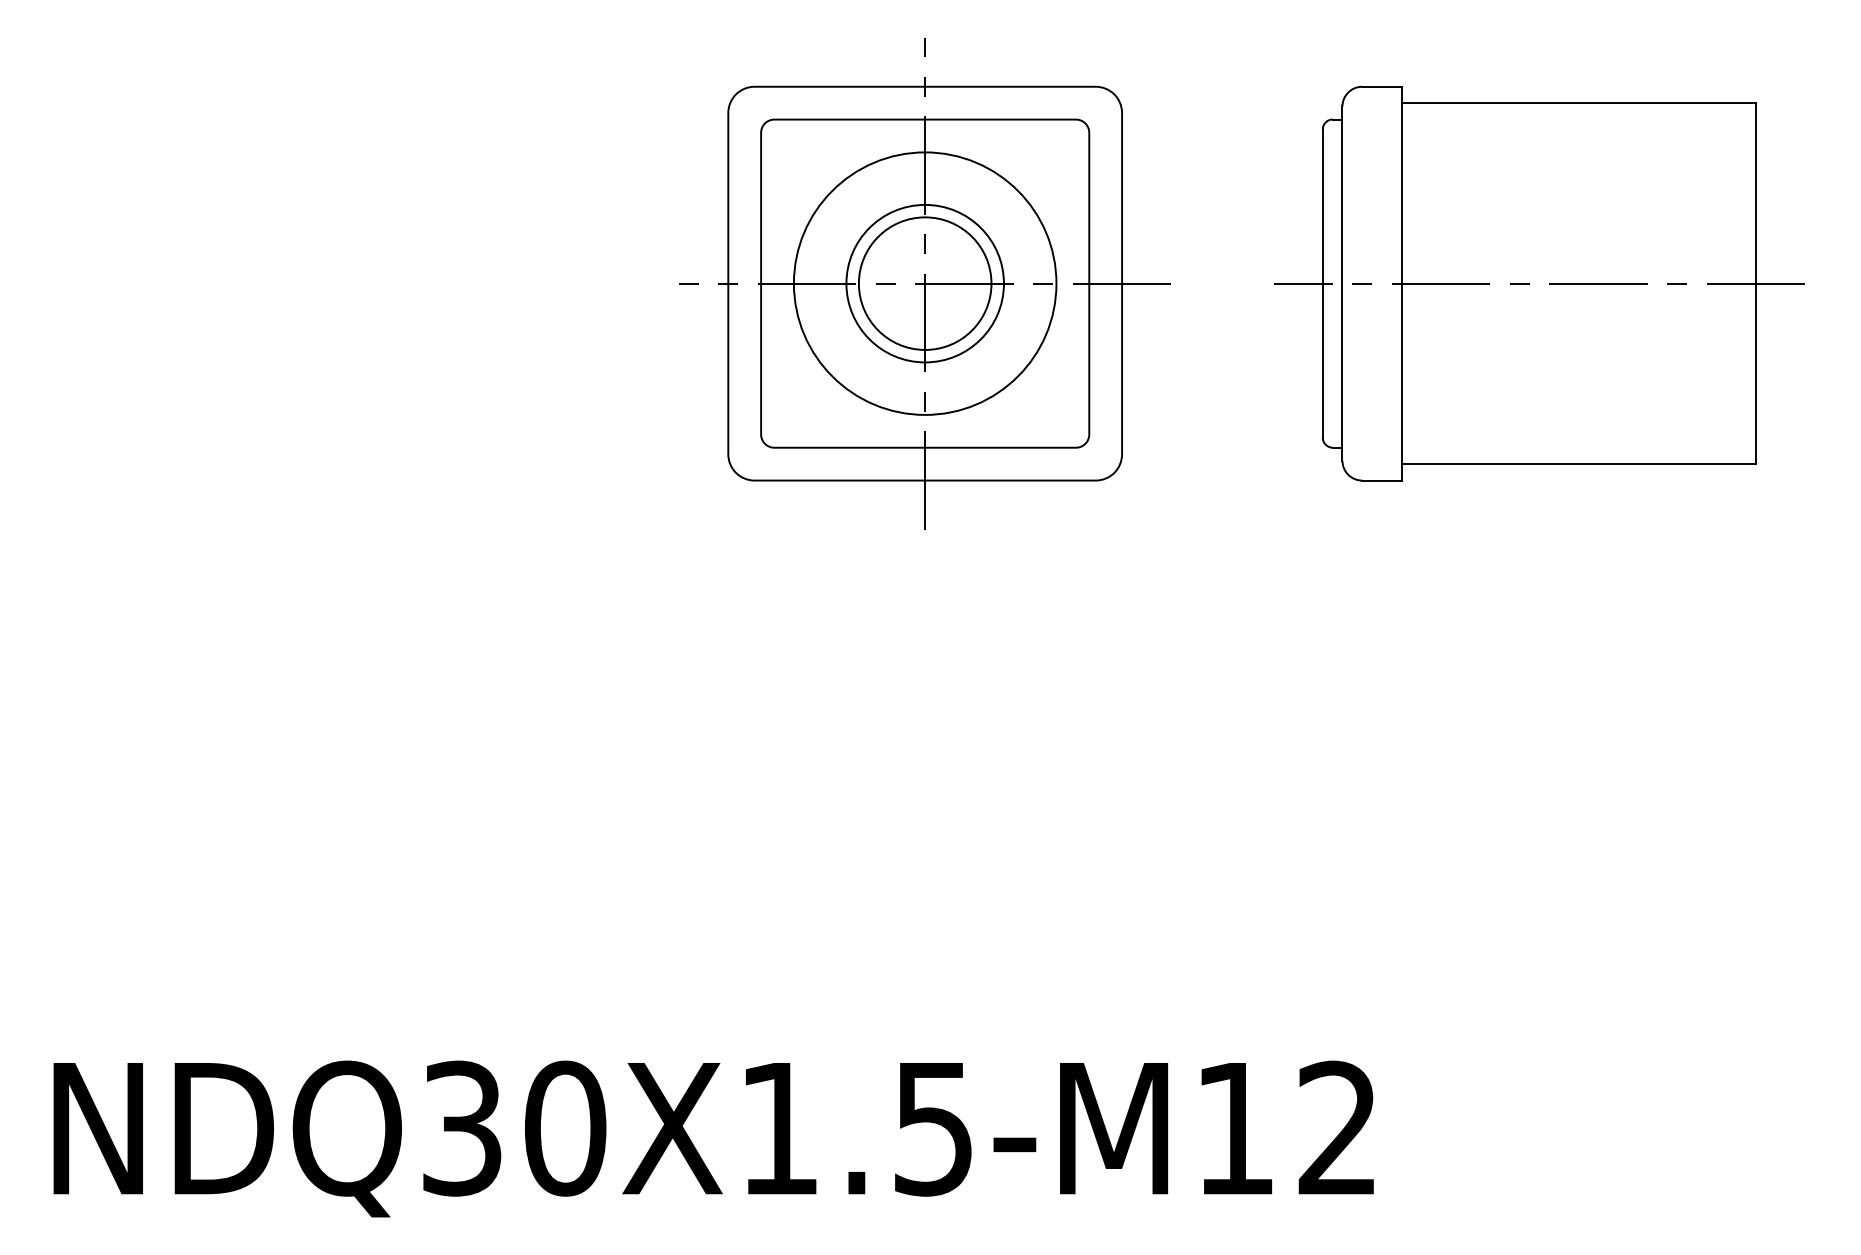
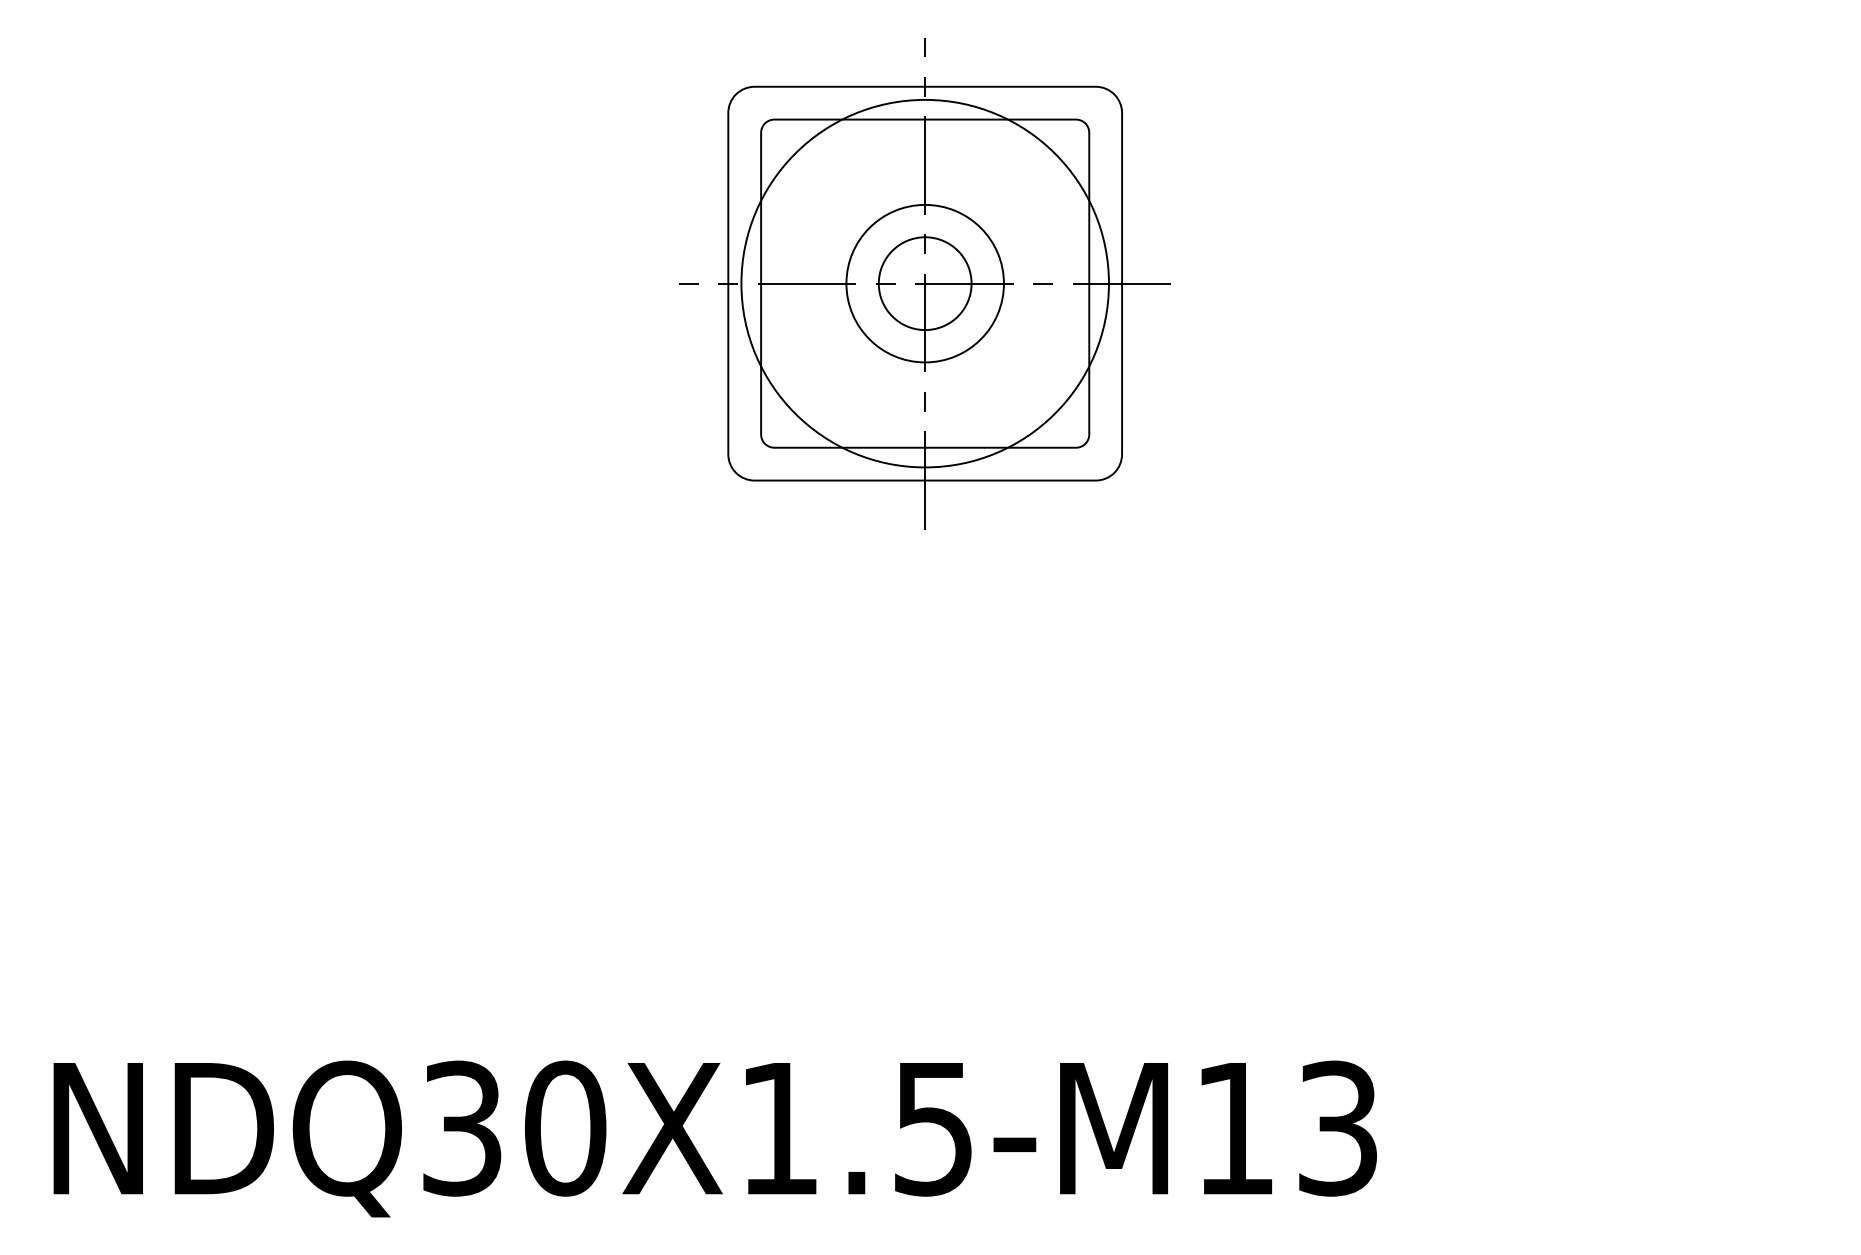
circle at (924, 283) diameter: 133 px -> 93 px
circle at (924, 283) diameter: 263 px -> 368 px
part at (1539, 283): present -> none
text at (1337, 1128): NDQ30X1.5-M12 -> NDQ30X1.5-M13
